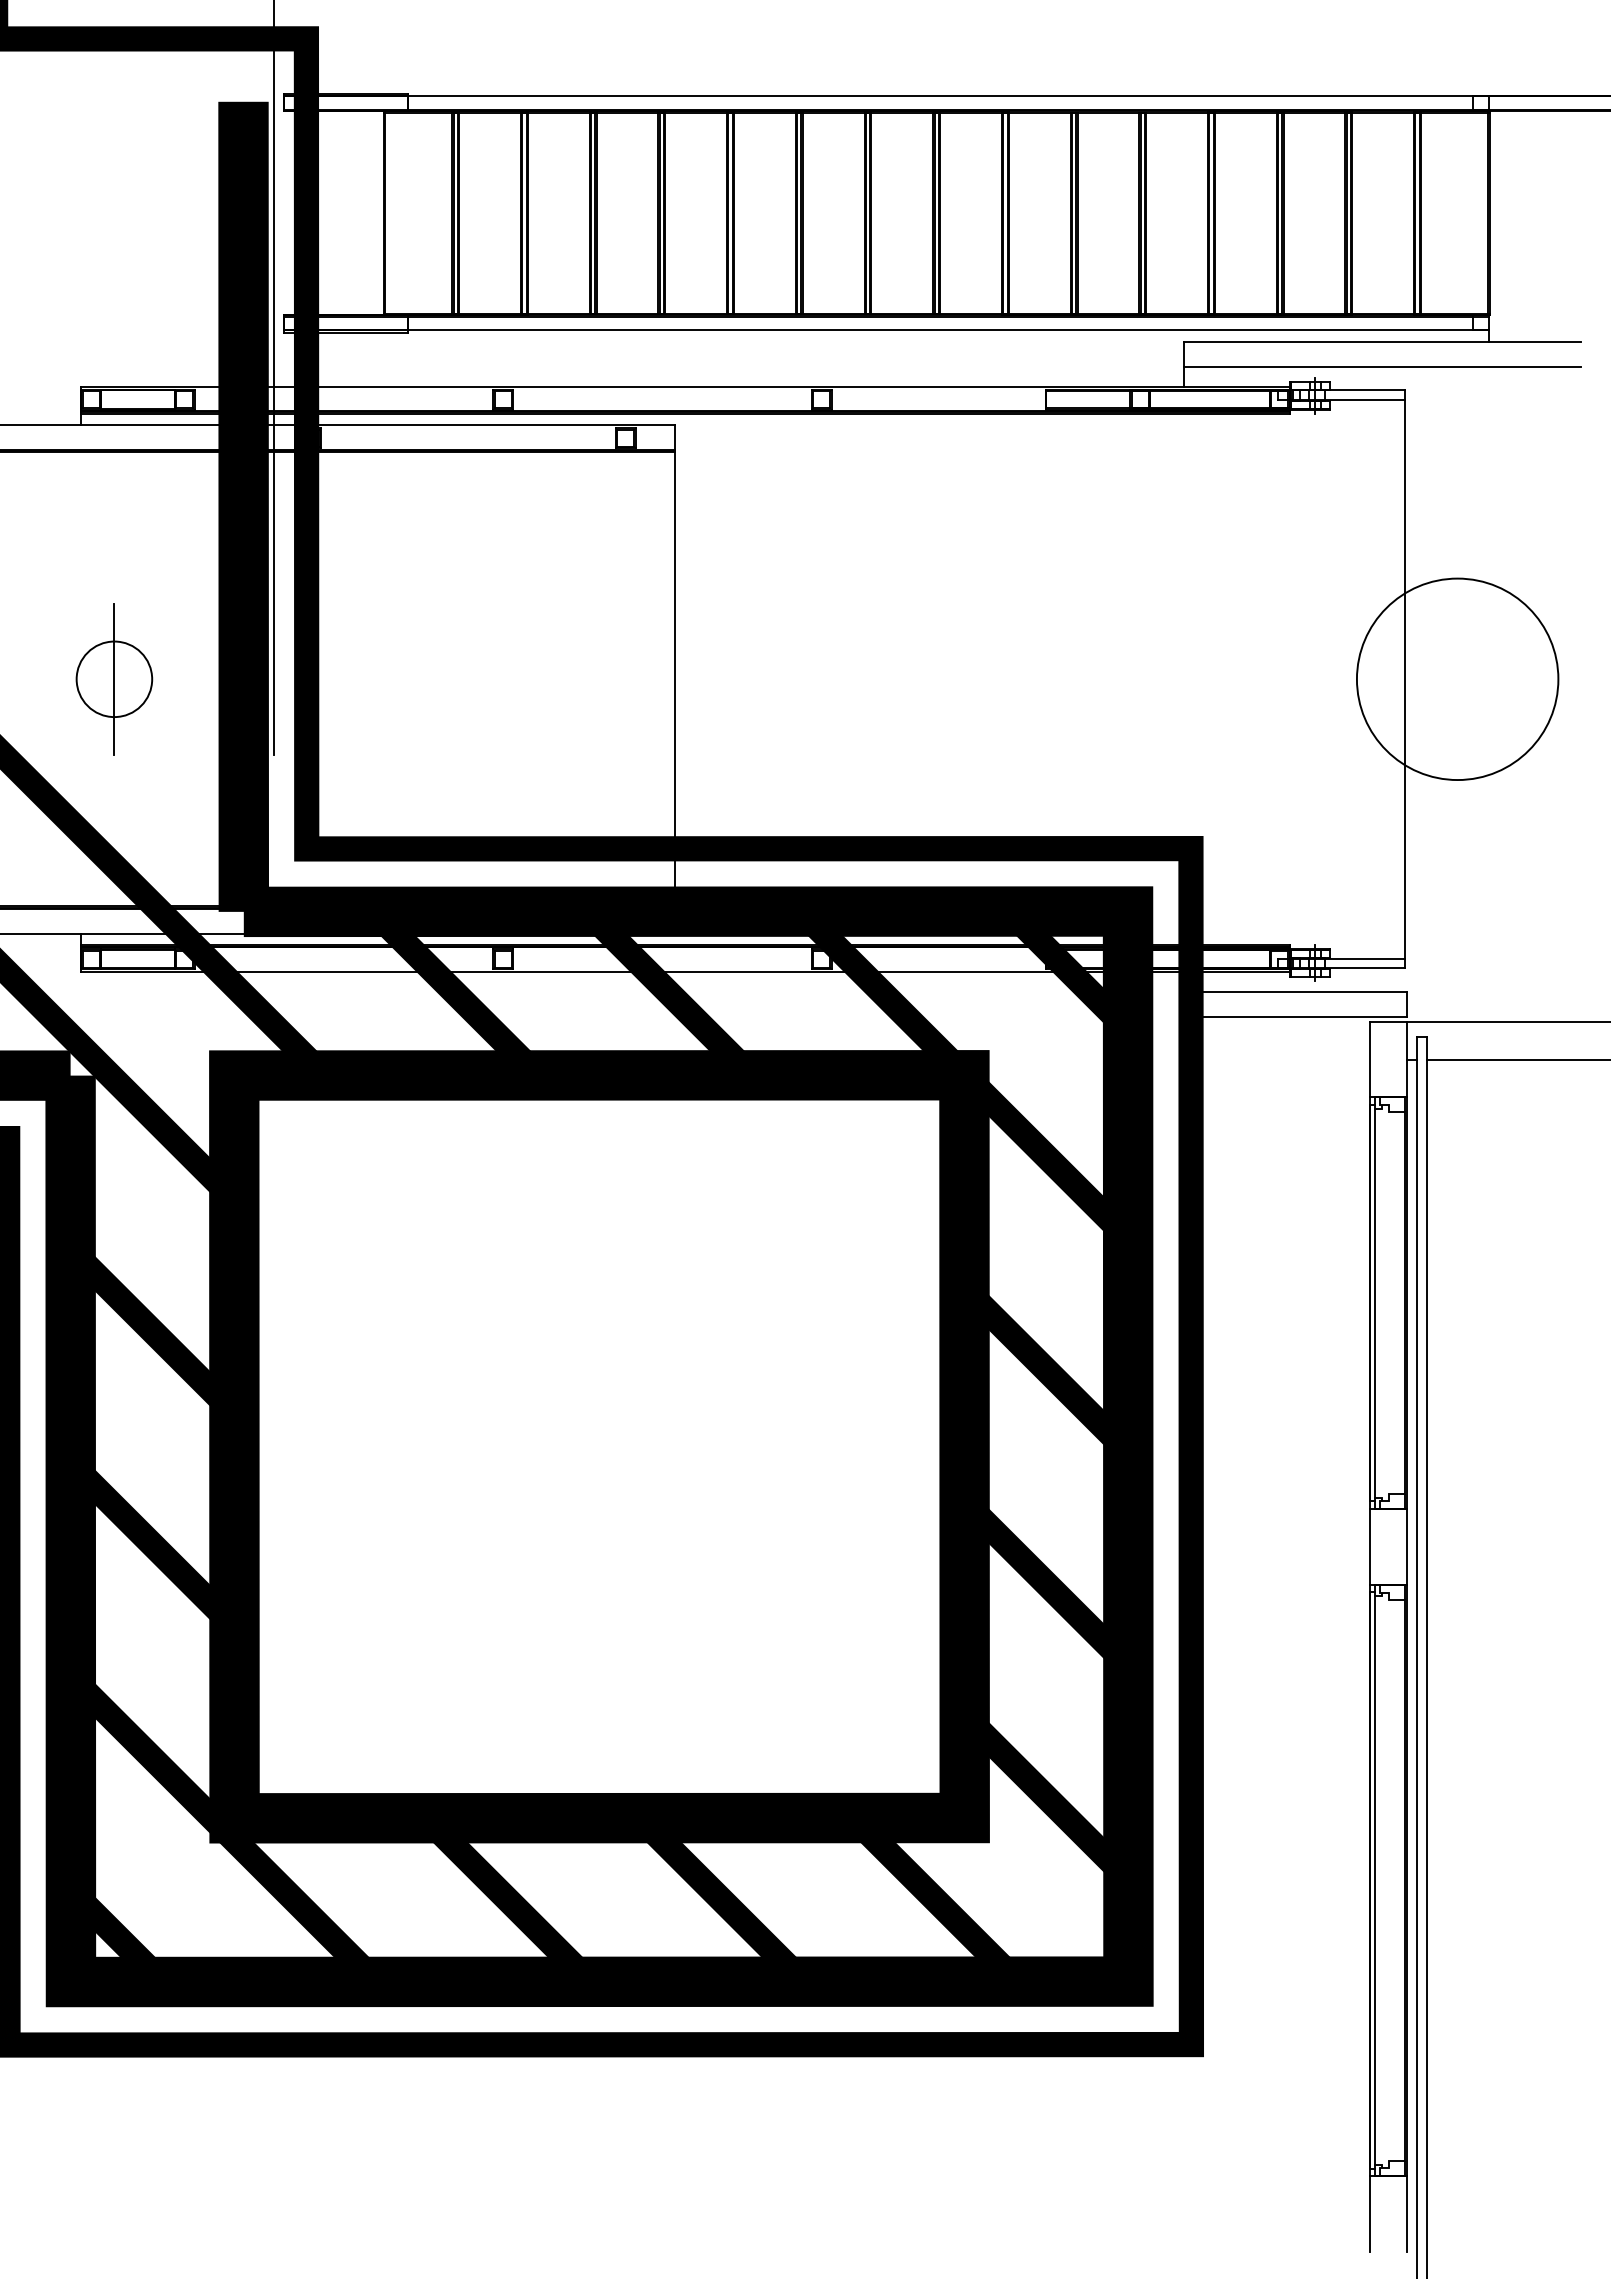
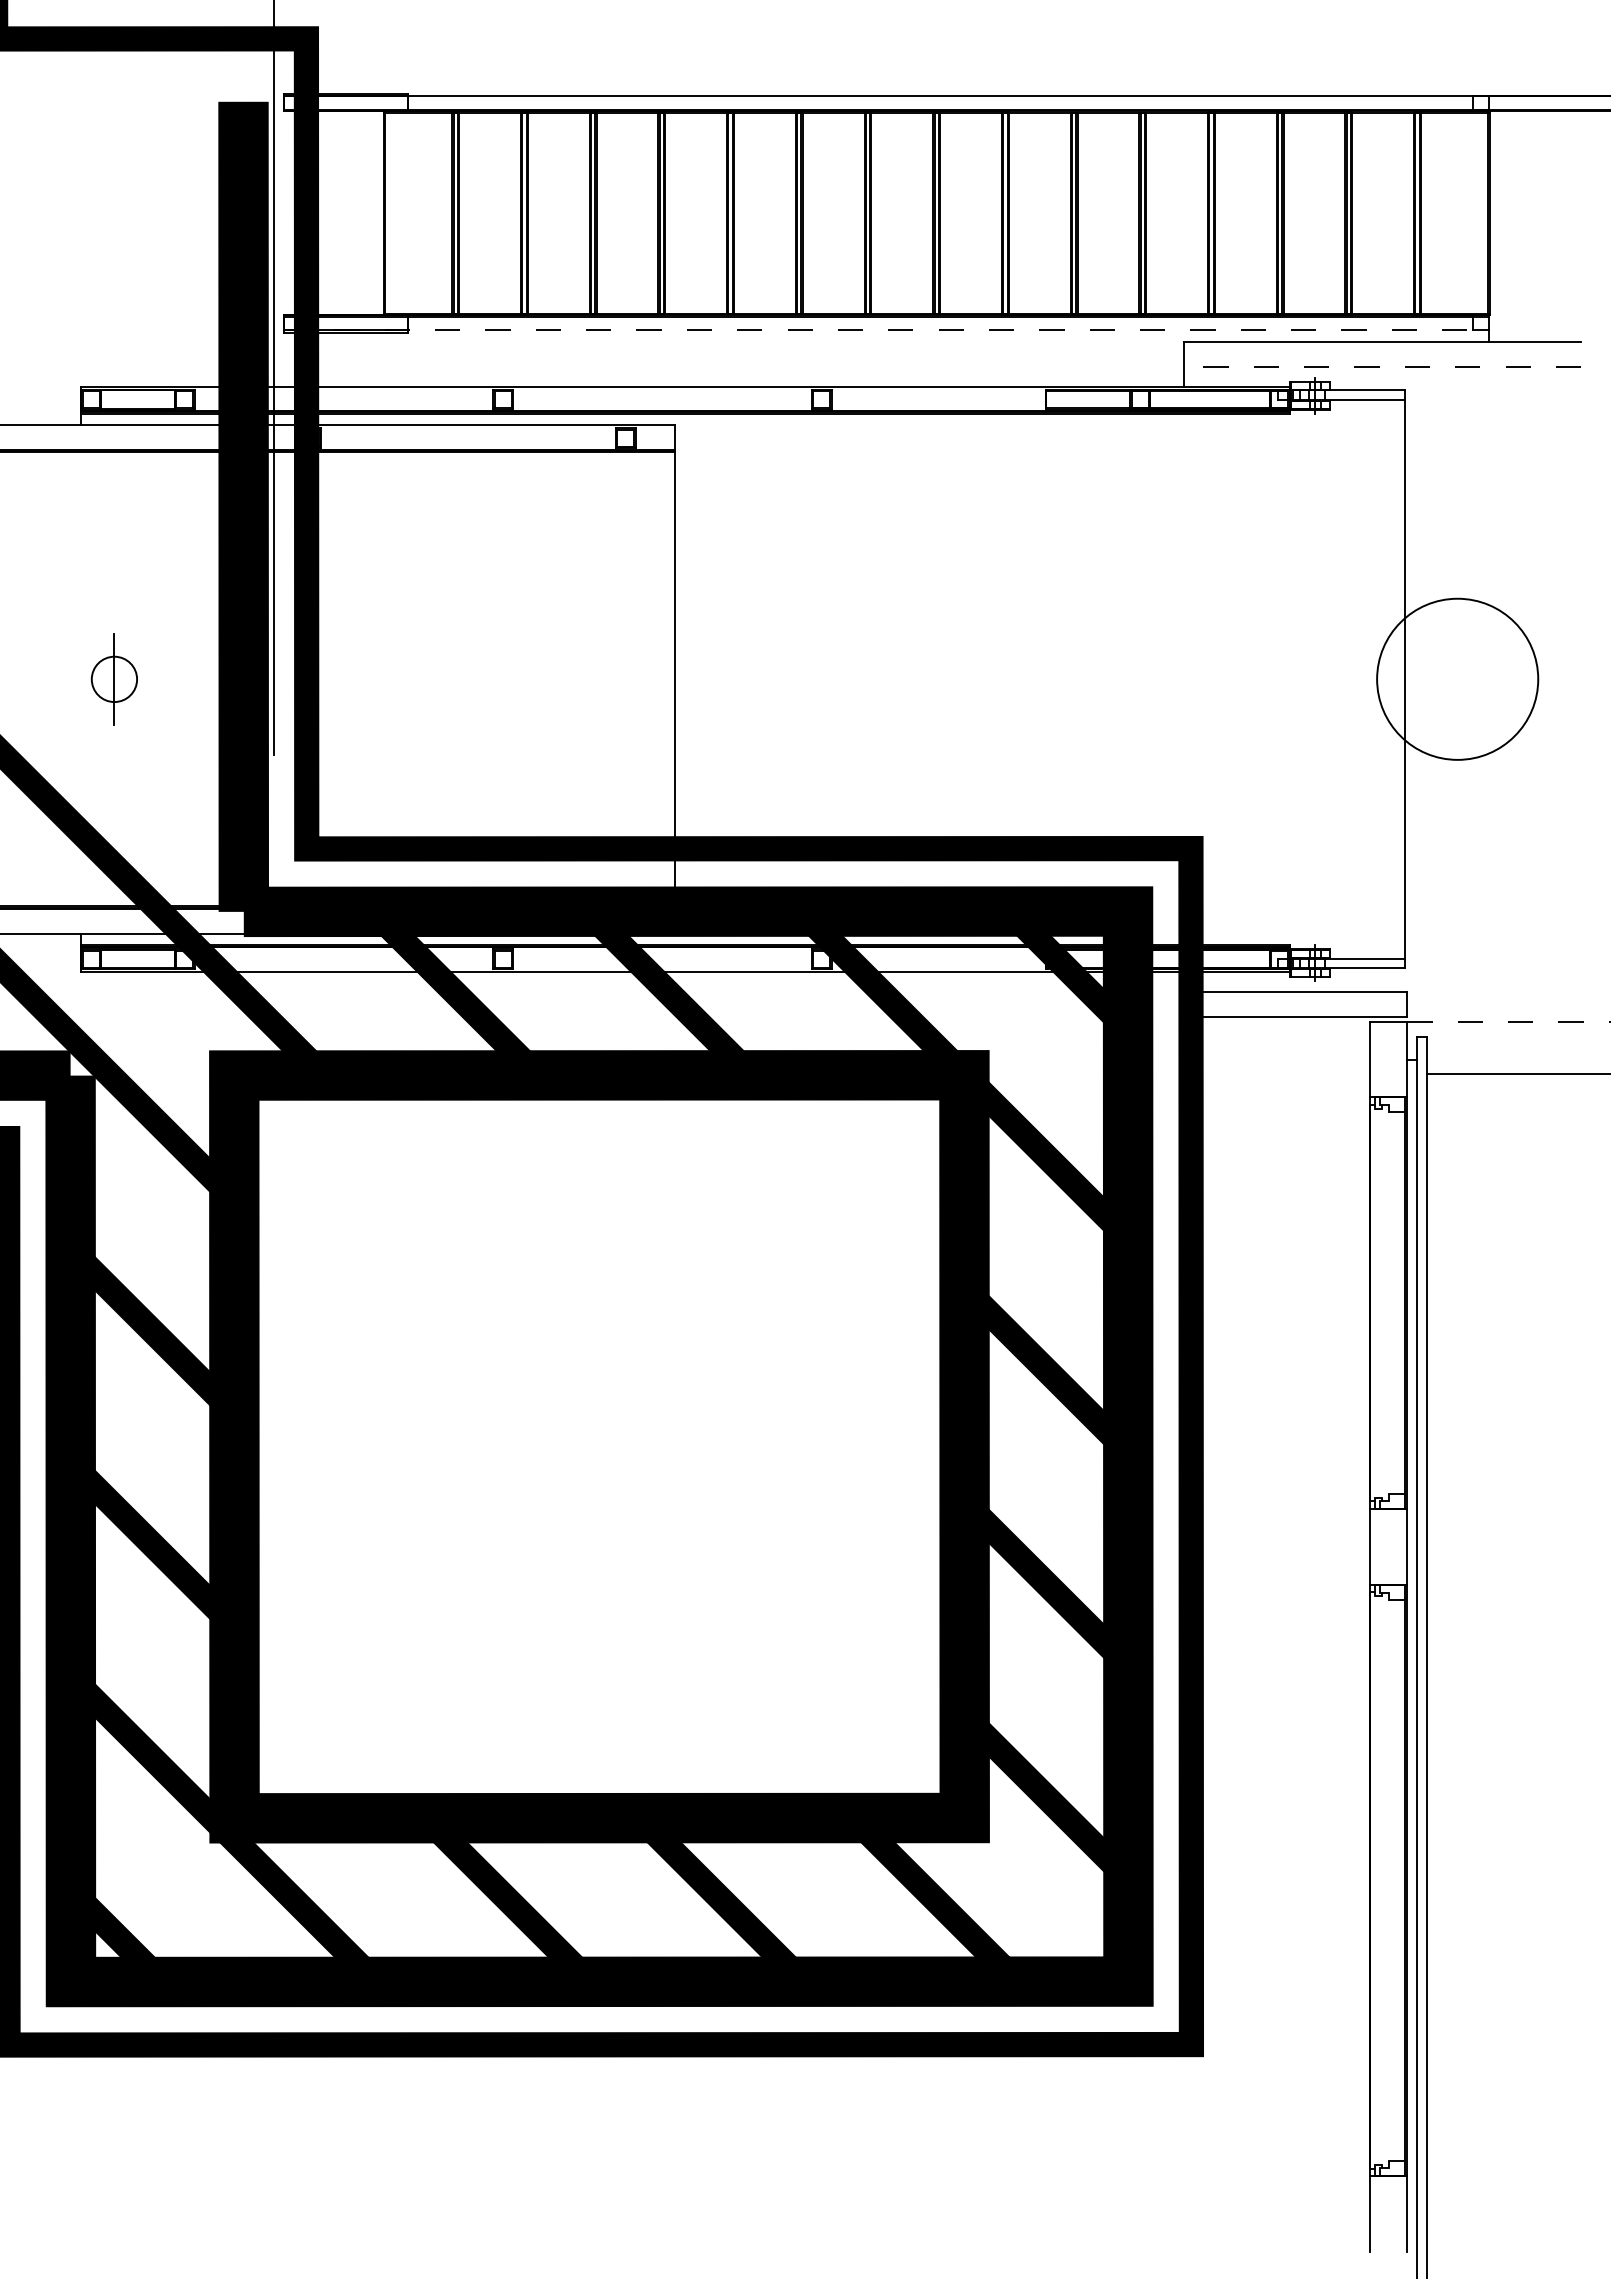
line at (886, 330): solid -> dashed
line at (1382, 367): solid -> dashed
part at (114, 679) size: 79x153 px -> 48x93 px
circle at (1457, 679) diameter: 201 px -> 161 px
line at (1509, 1021): solid -> dashed
line at (1517, 1059) position: (1517, 1059) -> (1517, 1073)
line at (1375, 1302): present -> none
line at (1375, 1880): present -> none
